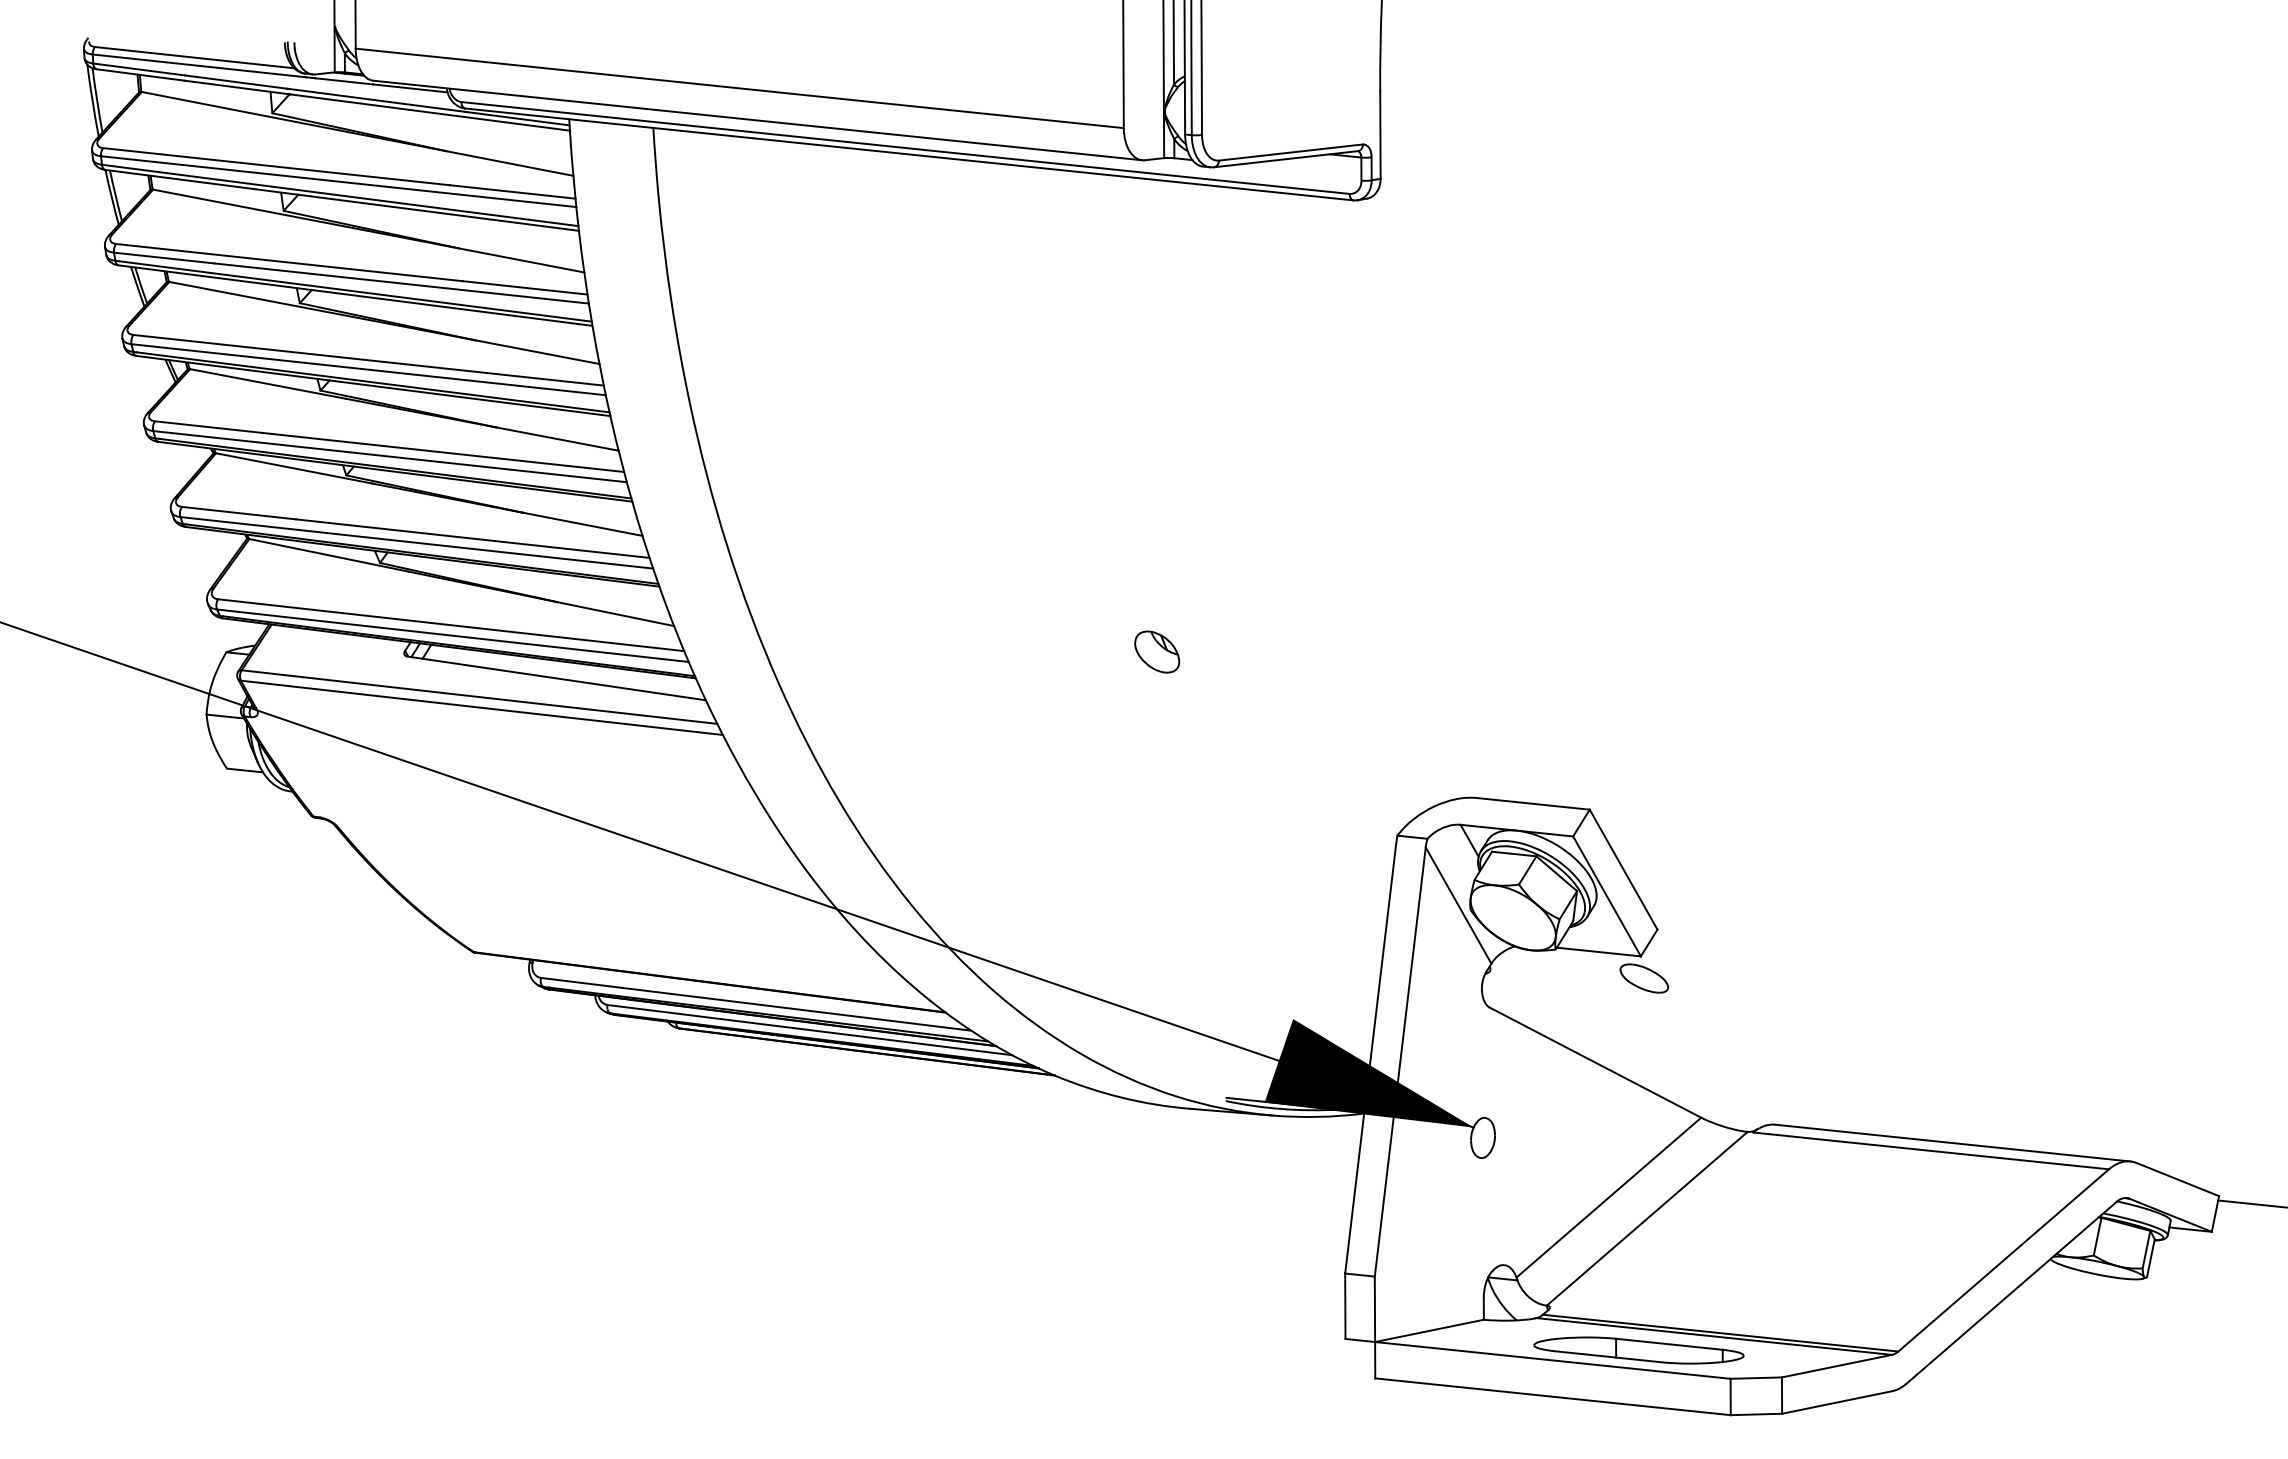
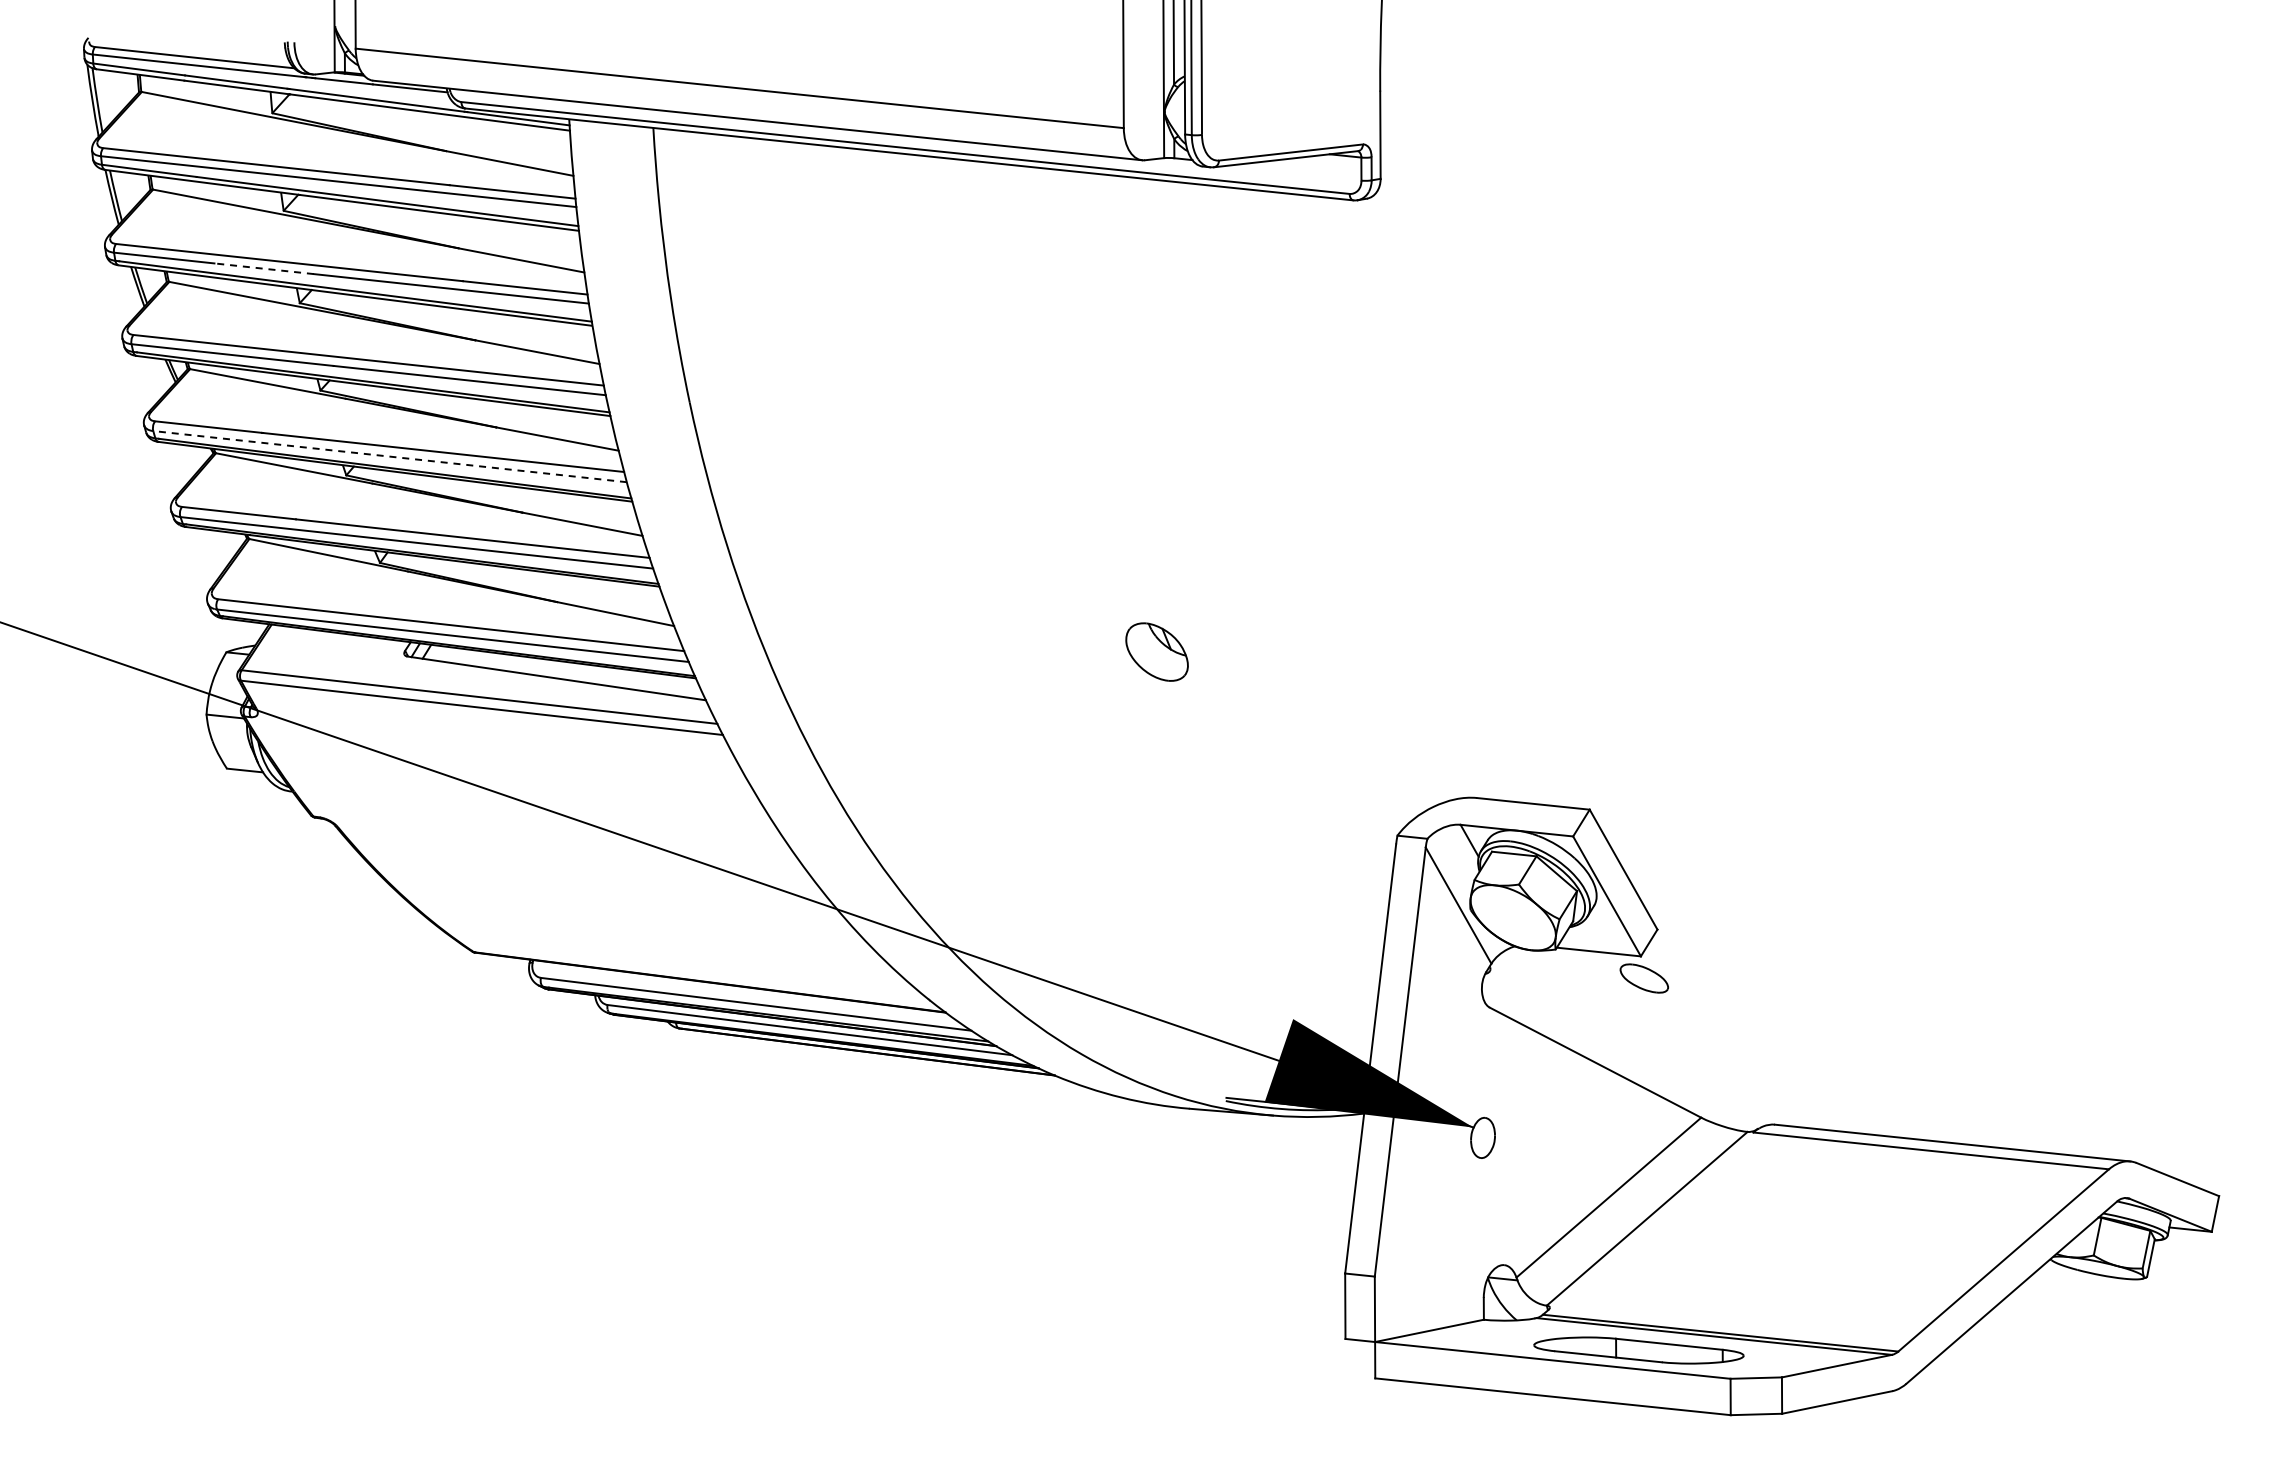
line at (264, 268): solid -> dashed
line at (389, 456): solid -> dashed
part at (1157, 651) size: 47x44 px -> 64x60 px
line at (2251, 1203): present -> none
